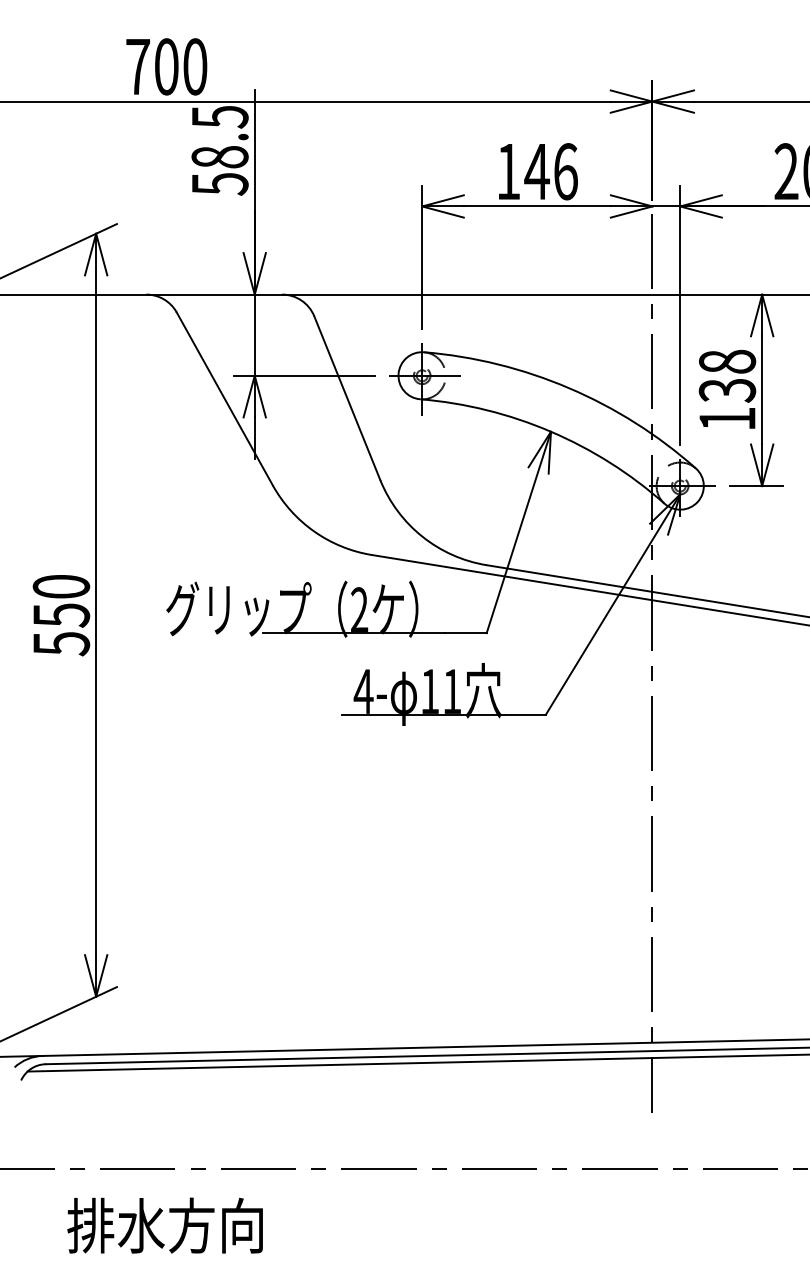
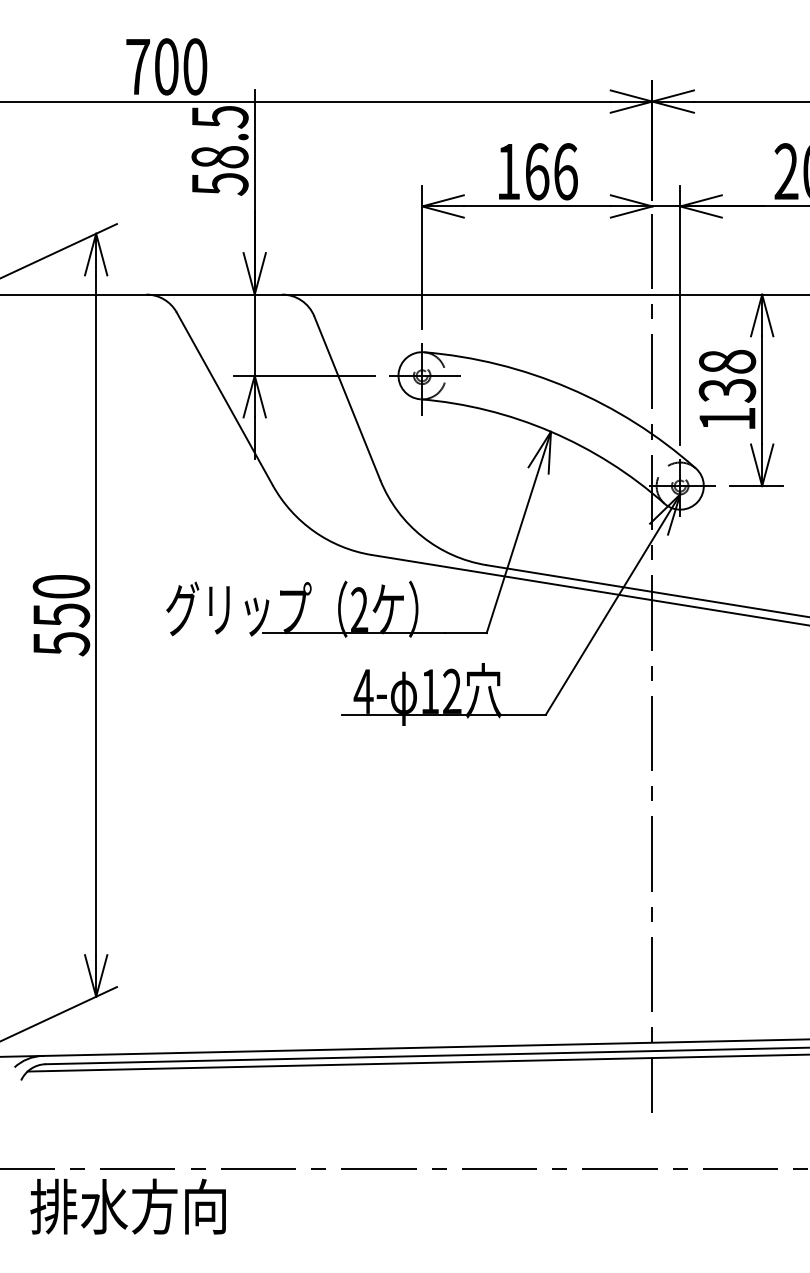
text at (536, 171): 146 -> 166
text at (452, 690): 11 -> 12
text at (164, 1225) position: (164, 1225) -> (127, 1206)
